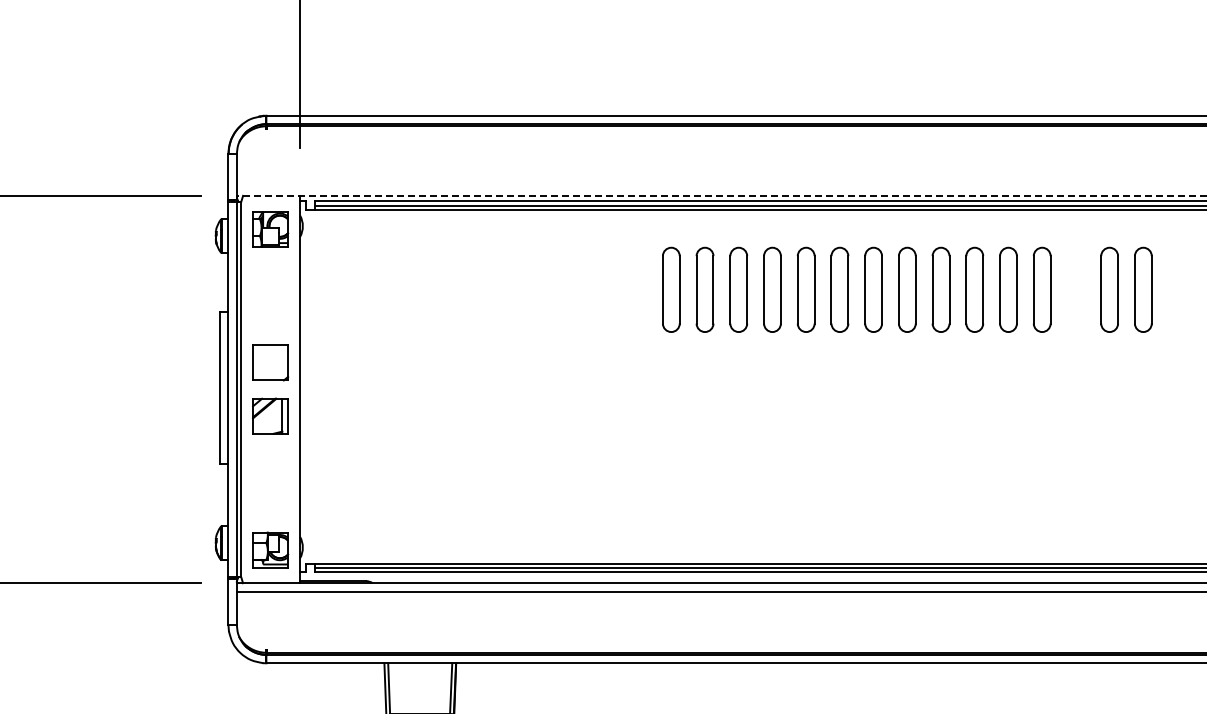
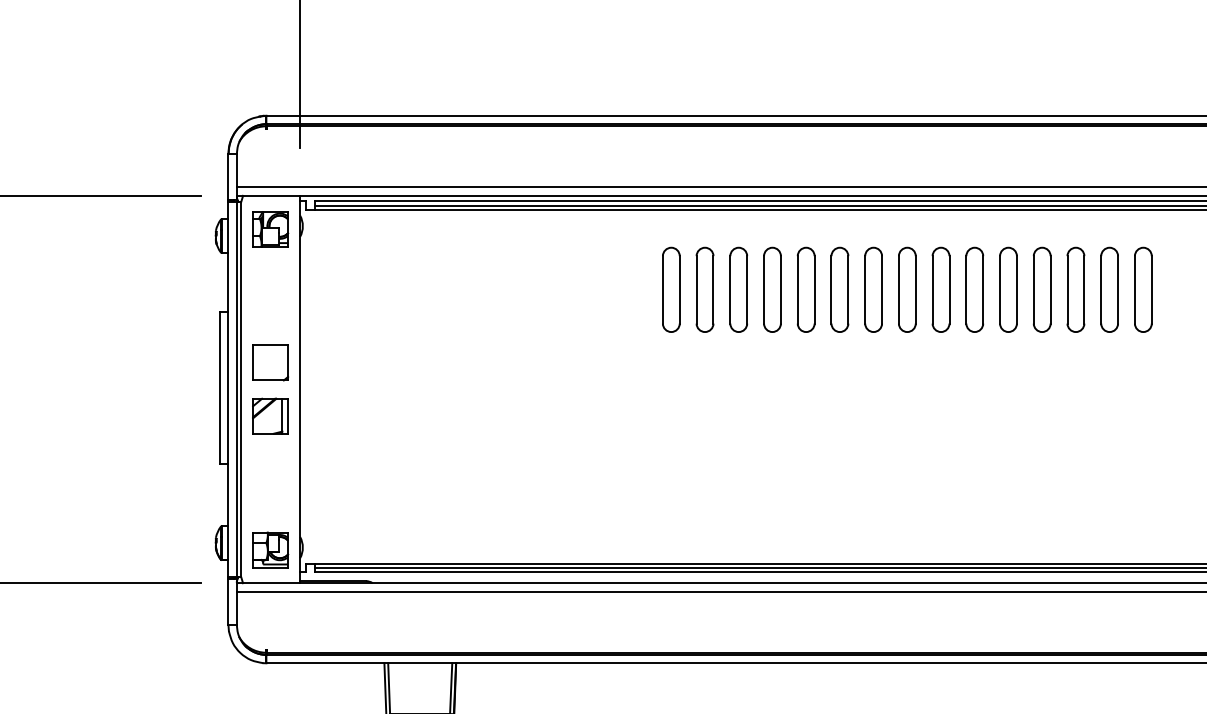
line at (719, 187): none -> present
line at (721, 195): dashed -> solid
part at (1075, 289): none -> present
